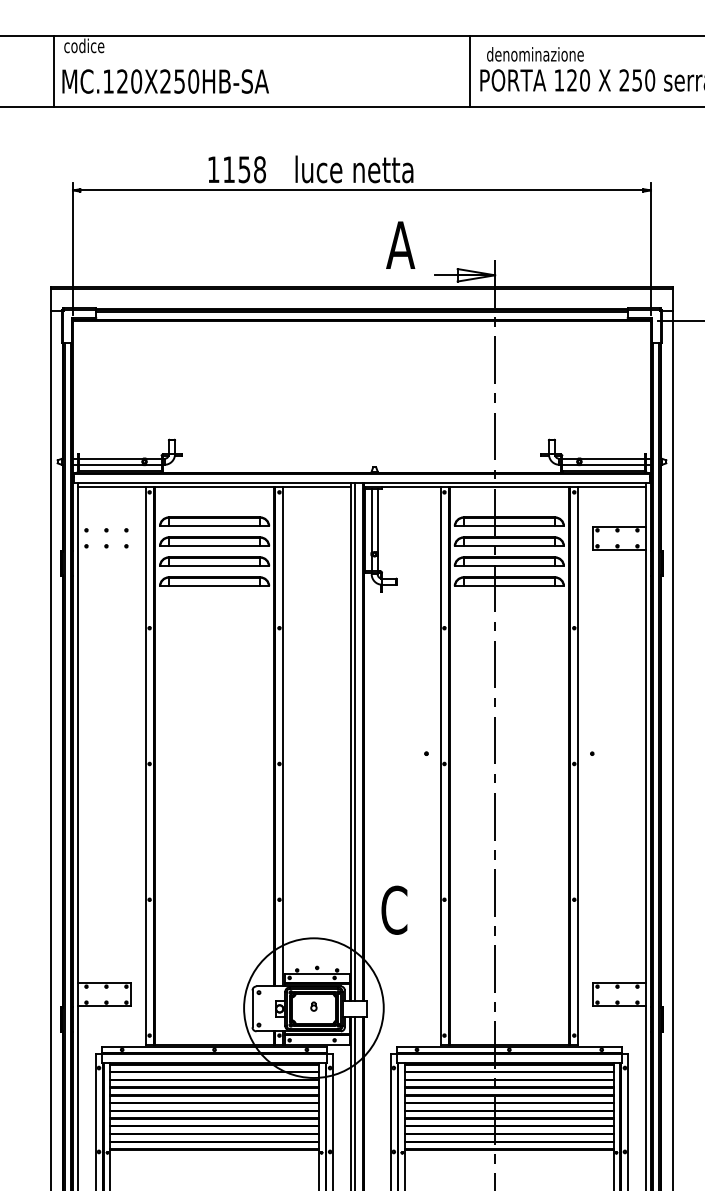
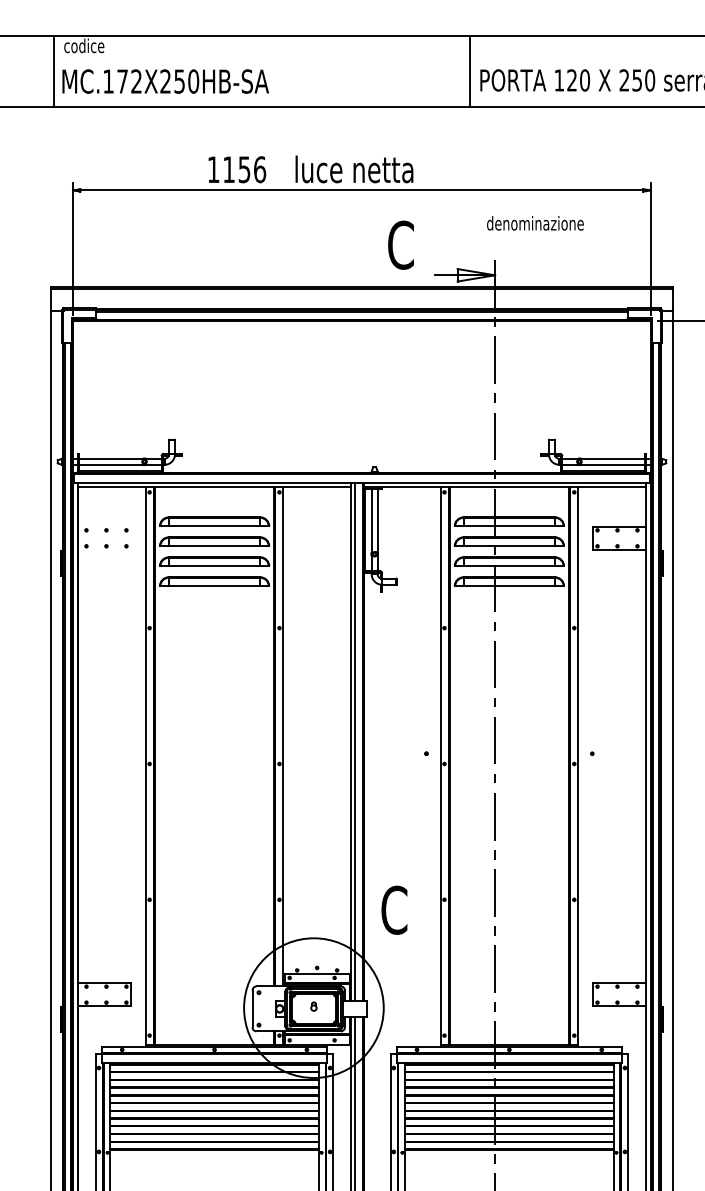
text at (535, 54) position: (535, 54) -> (535, 223)
text at (129, 81): MC.120X250HB-SA -> MC.172X250HB-SA
text at (260, 169): 1158 -> 1156
text at (400, 244): A -> C
